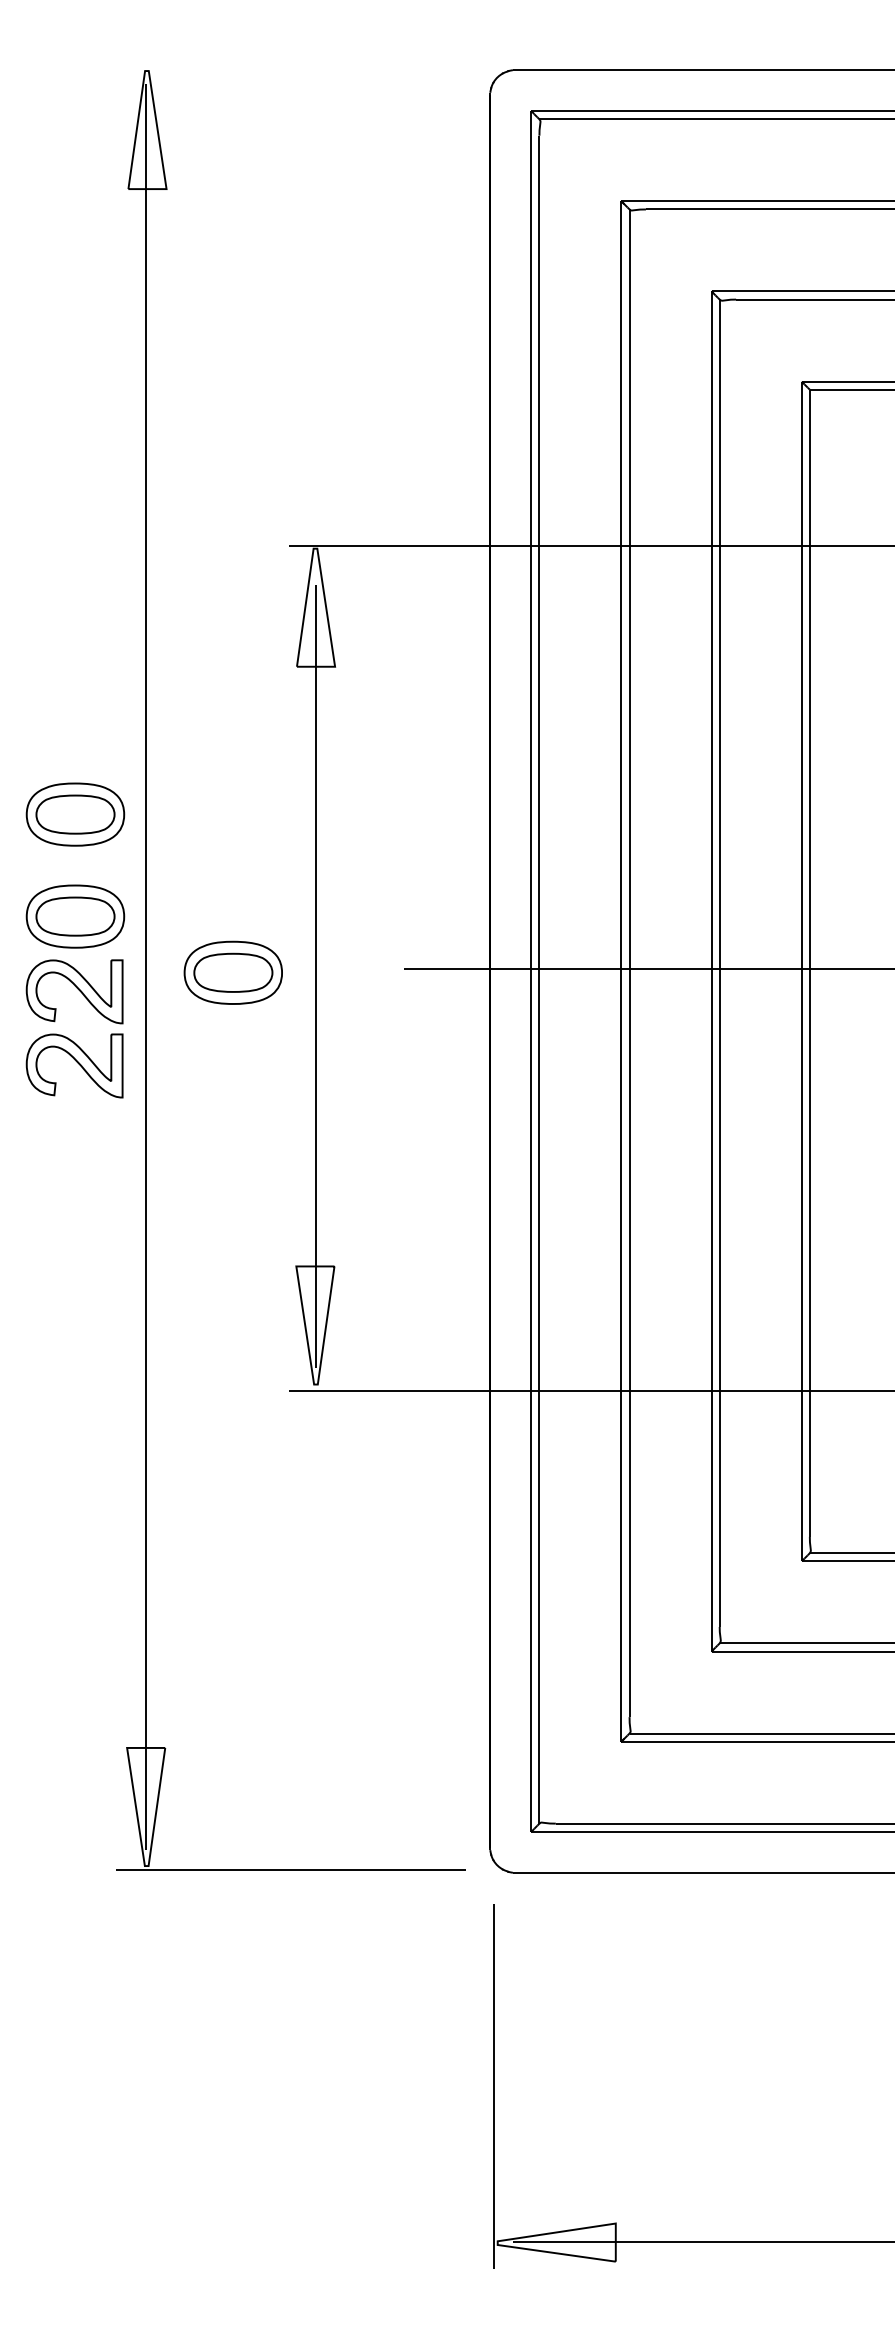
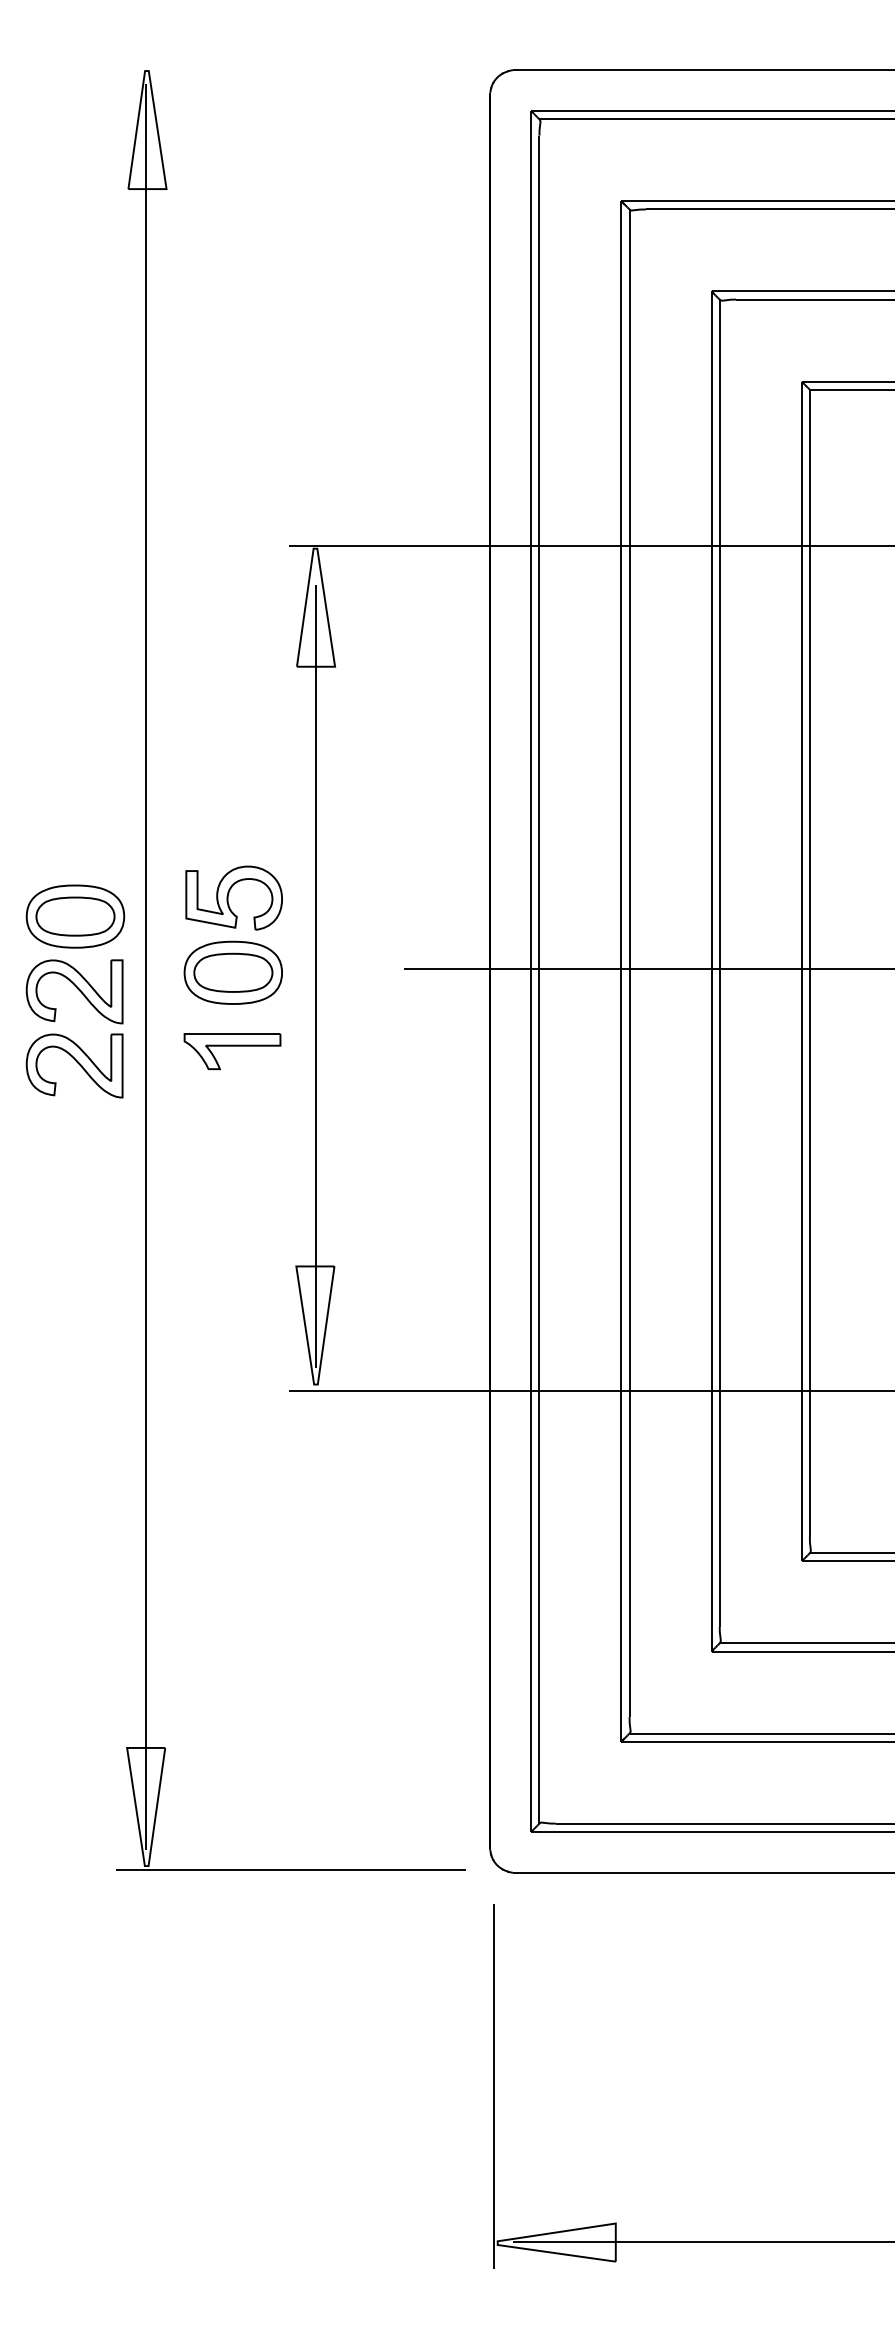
part at (75, 814): present -> none
part at (233, 897): none -> present
part at (232, 1051): none -> present
